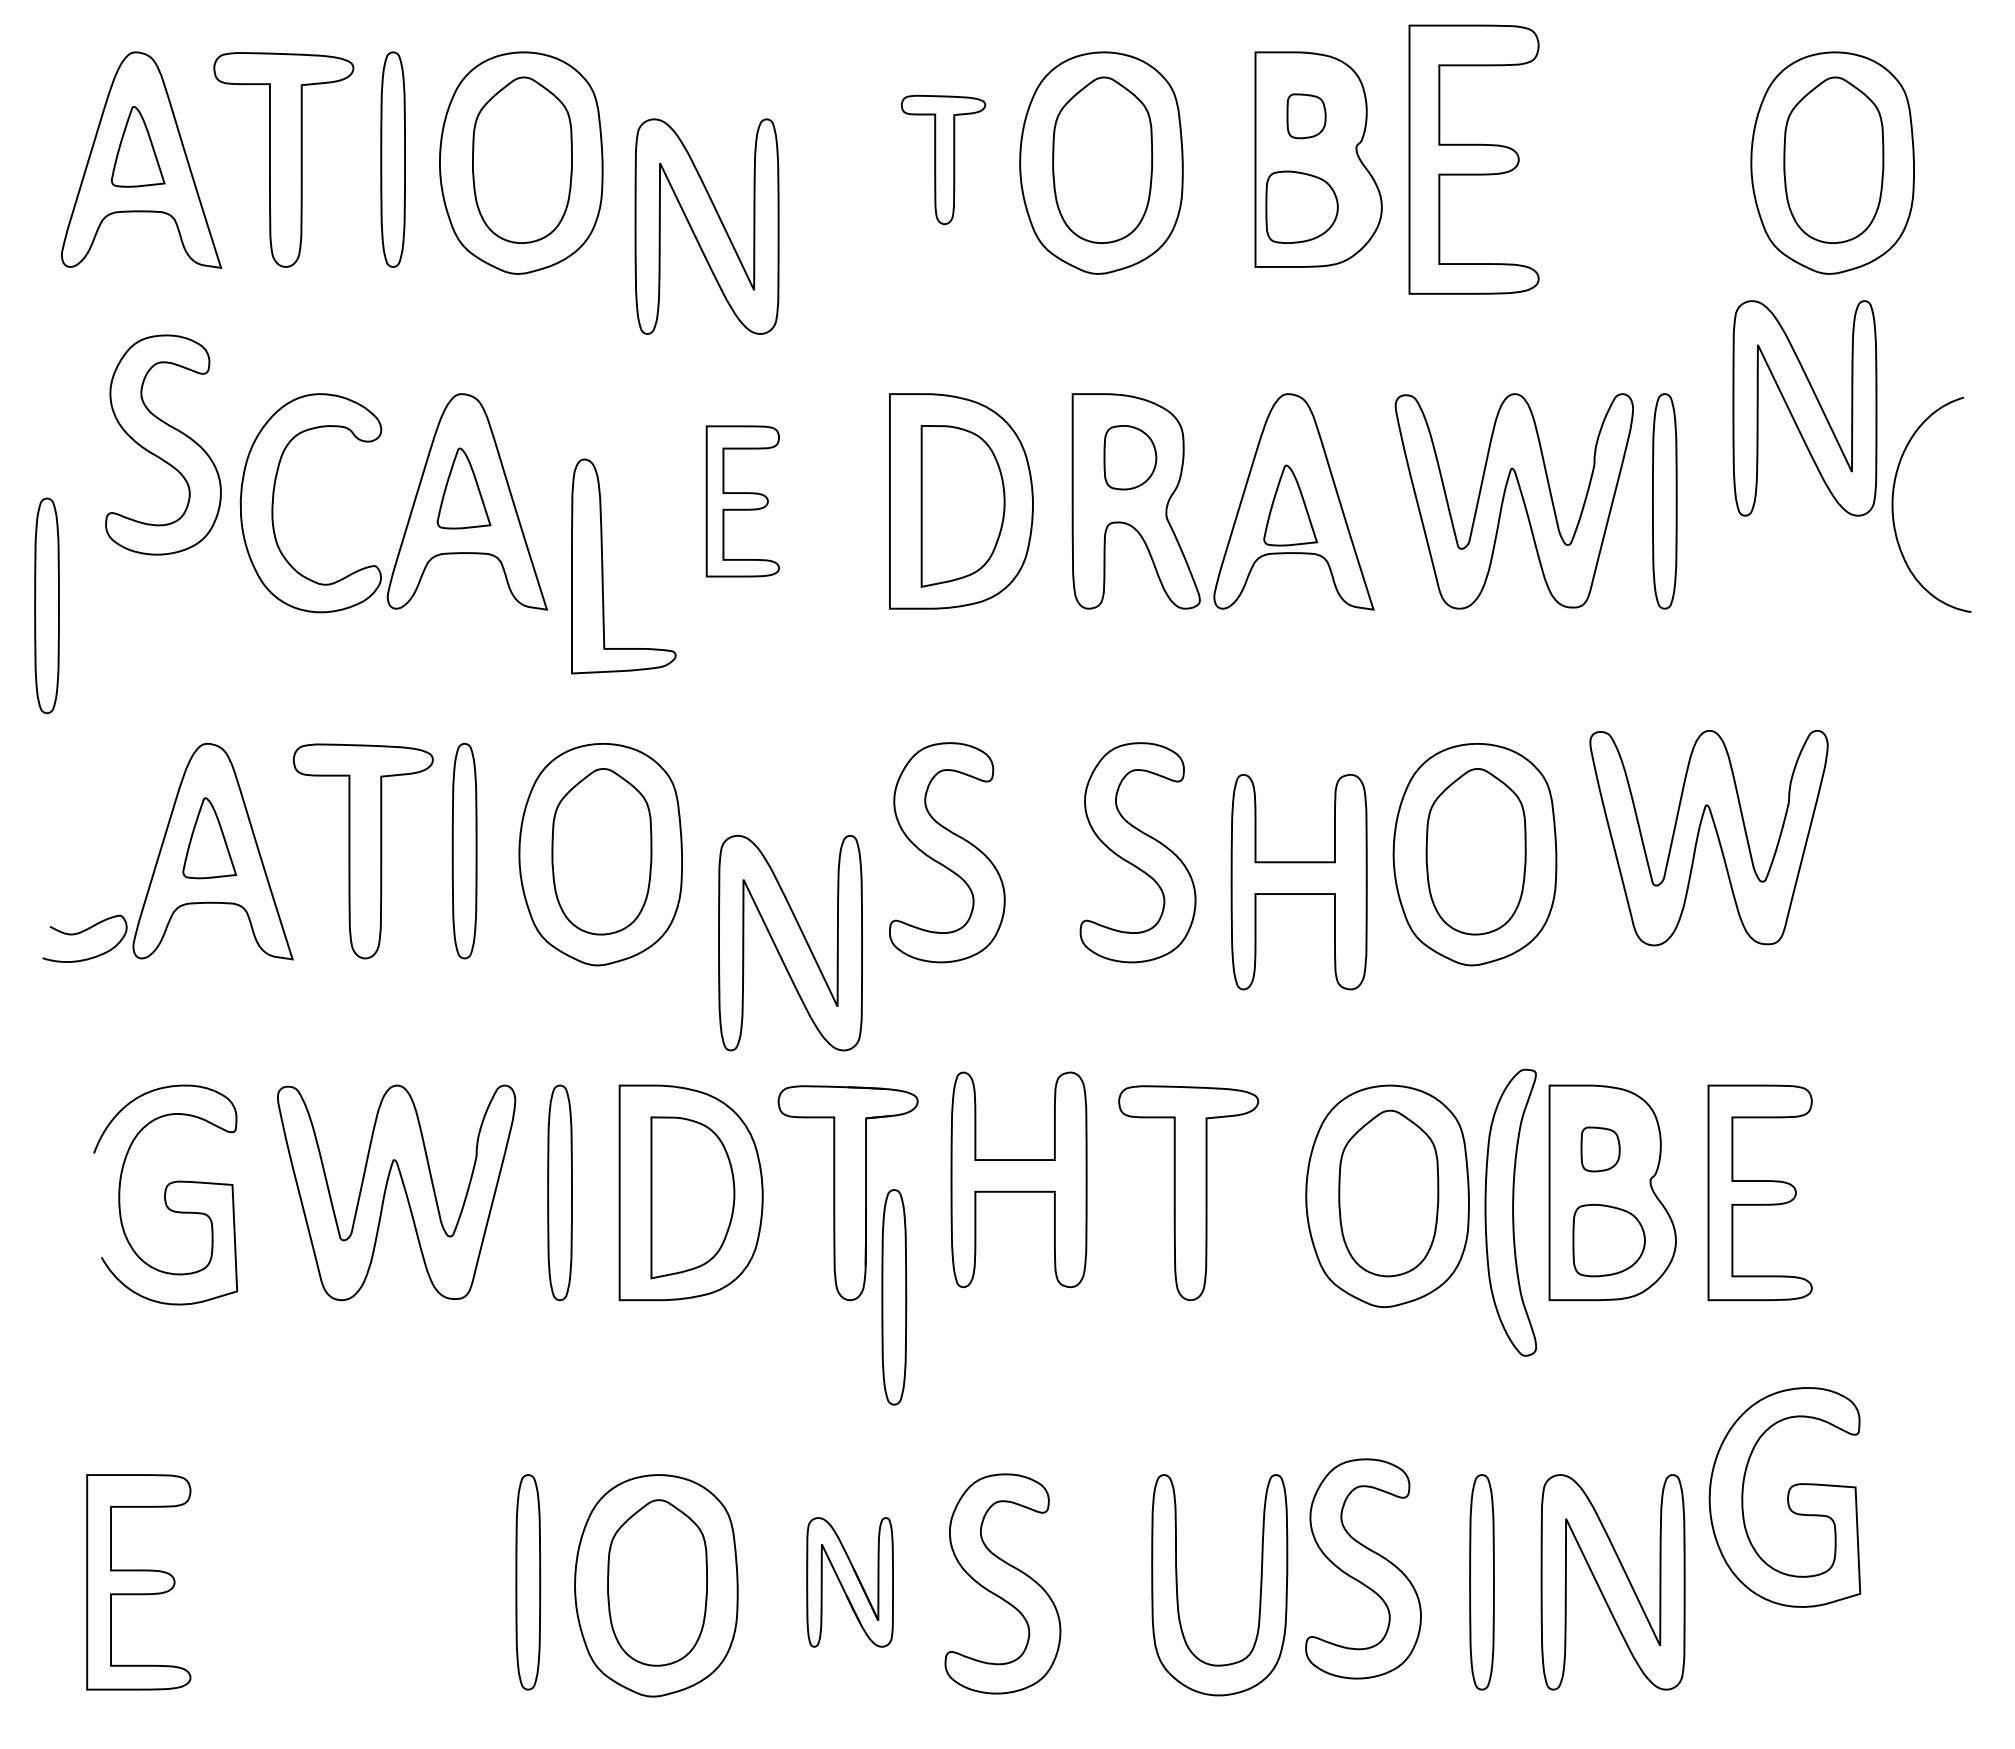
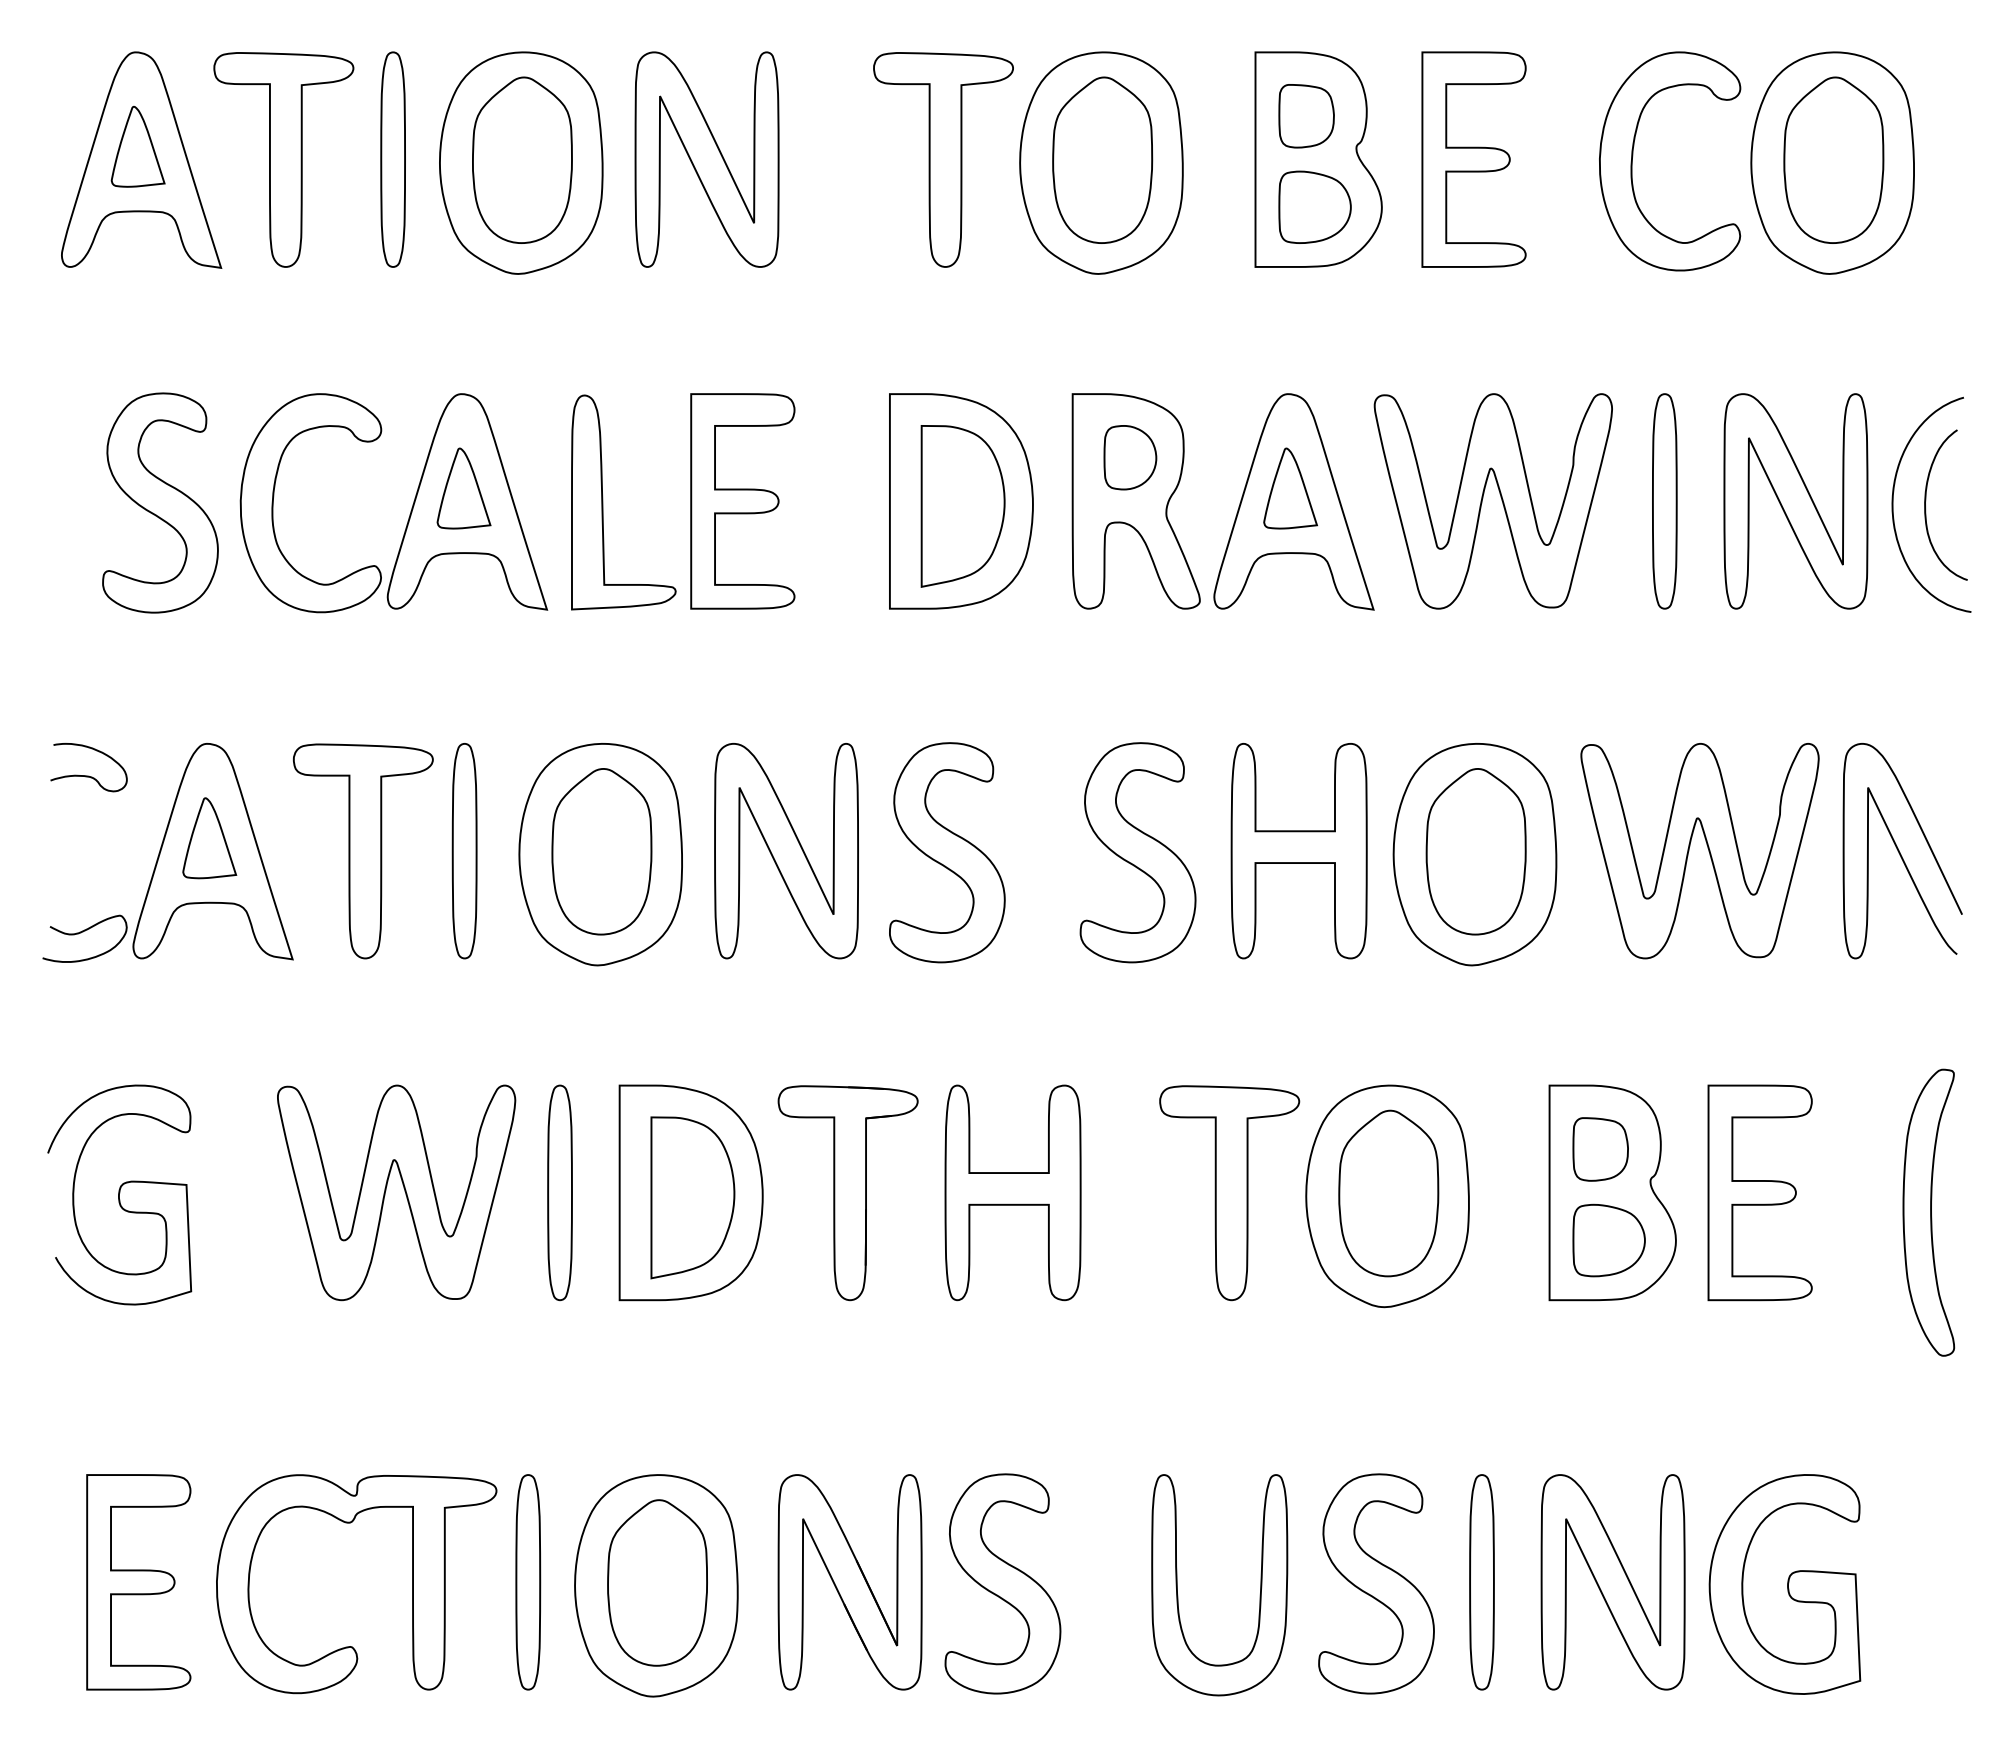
part at (1306, 116) size: 41x47 px -> 57x65 px
part at (1633, 156): none -> present
part at (943, 159) size: 87x131 px -> 141x216 px
part at (1473, 159) size: 132x271 px -> 106x217 px
part at (1301, 206) position: (1301, 206) -> (1314, 206)
part at (706, 226) position: (706, 226) -> (706, 159)
part at (1804, 408) position: (1804, 408) -> (1795, 501)
part at (163, 444) position: (163, 444) -> (160, 502)
part at (1521, 497) position: (1521, 497) -> (1500, 497)
curve at (1926, 500): none -> present
part at (742, 501) size: 75x153 px -> 106x217 px
part at (1290, 505) position: (1290, 505) -> (1290, 488)
part at (603, 566) position: (603, 566) -> (603, 502)
part at (46, 605): present -> none
curve at (88, 775): none -> present
part at (1716, 835) position: (1716, 835) -> (1707, 848)
curve at (1900, 852): none -> present
part at (1298, 882) position: (1298, 882) -> (1298, 851)
part at (790, 943) position: (790, 943) -> (786, 851)
part at (1600, 1149) size: 41x47 px -> 57x65 px
part at (1018, 1179) position: (1018, 1179) -> (1012, 1192)
part at (1188, 1193) position: (1188, 1193) -> (1229, 1193)
curve at (165, 1194) position: (165, 1194) -> (119, 1194)
part at (1510, 1212) position: (1510, 1212) -> (1928, 1212)
part at (894, 1297): present -> none
part at (1784, 1497) position: (1784, 1497) -> (1784, 1584)
part at (1363, 1568) position: (1363, 1568) -> (1376, 1583)
part at (849, 1582) size: 88x131 px -> 146x217 px
part at (412, 1584): none -> present
